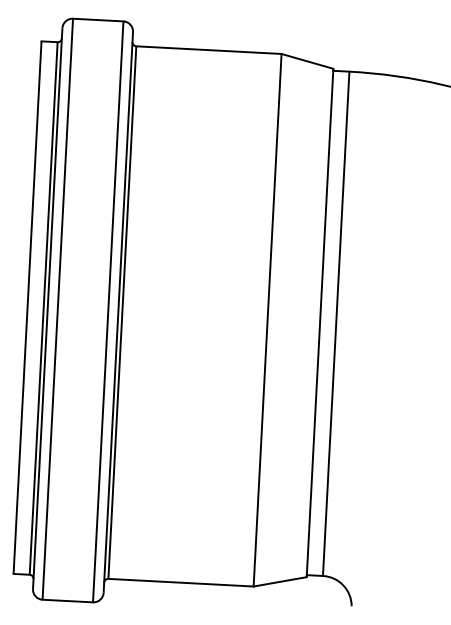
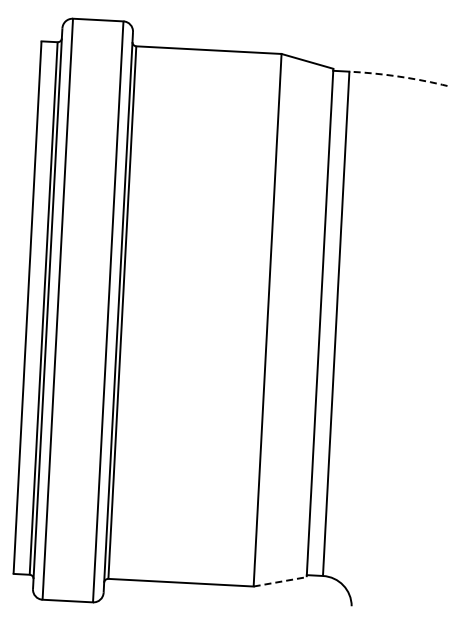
arc at (400, 76): solid -> dashed
line at (280, 581): solid -> dashed
